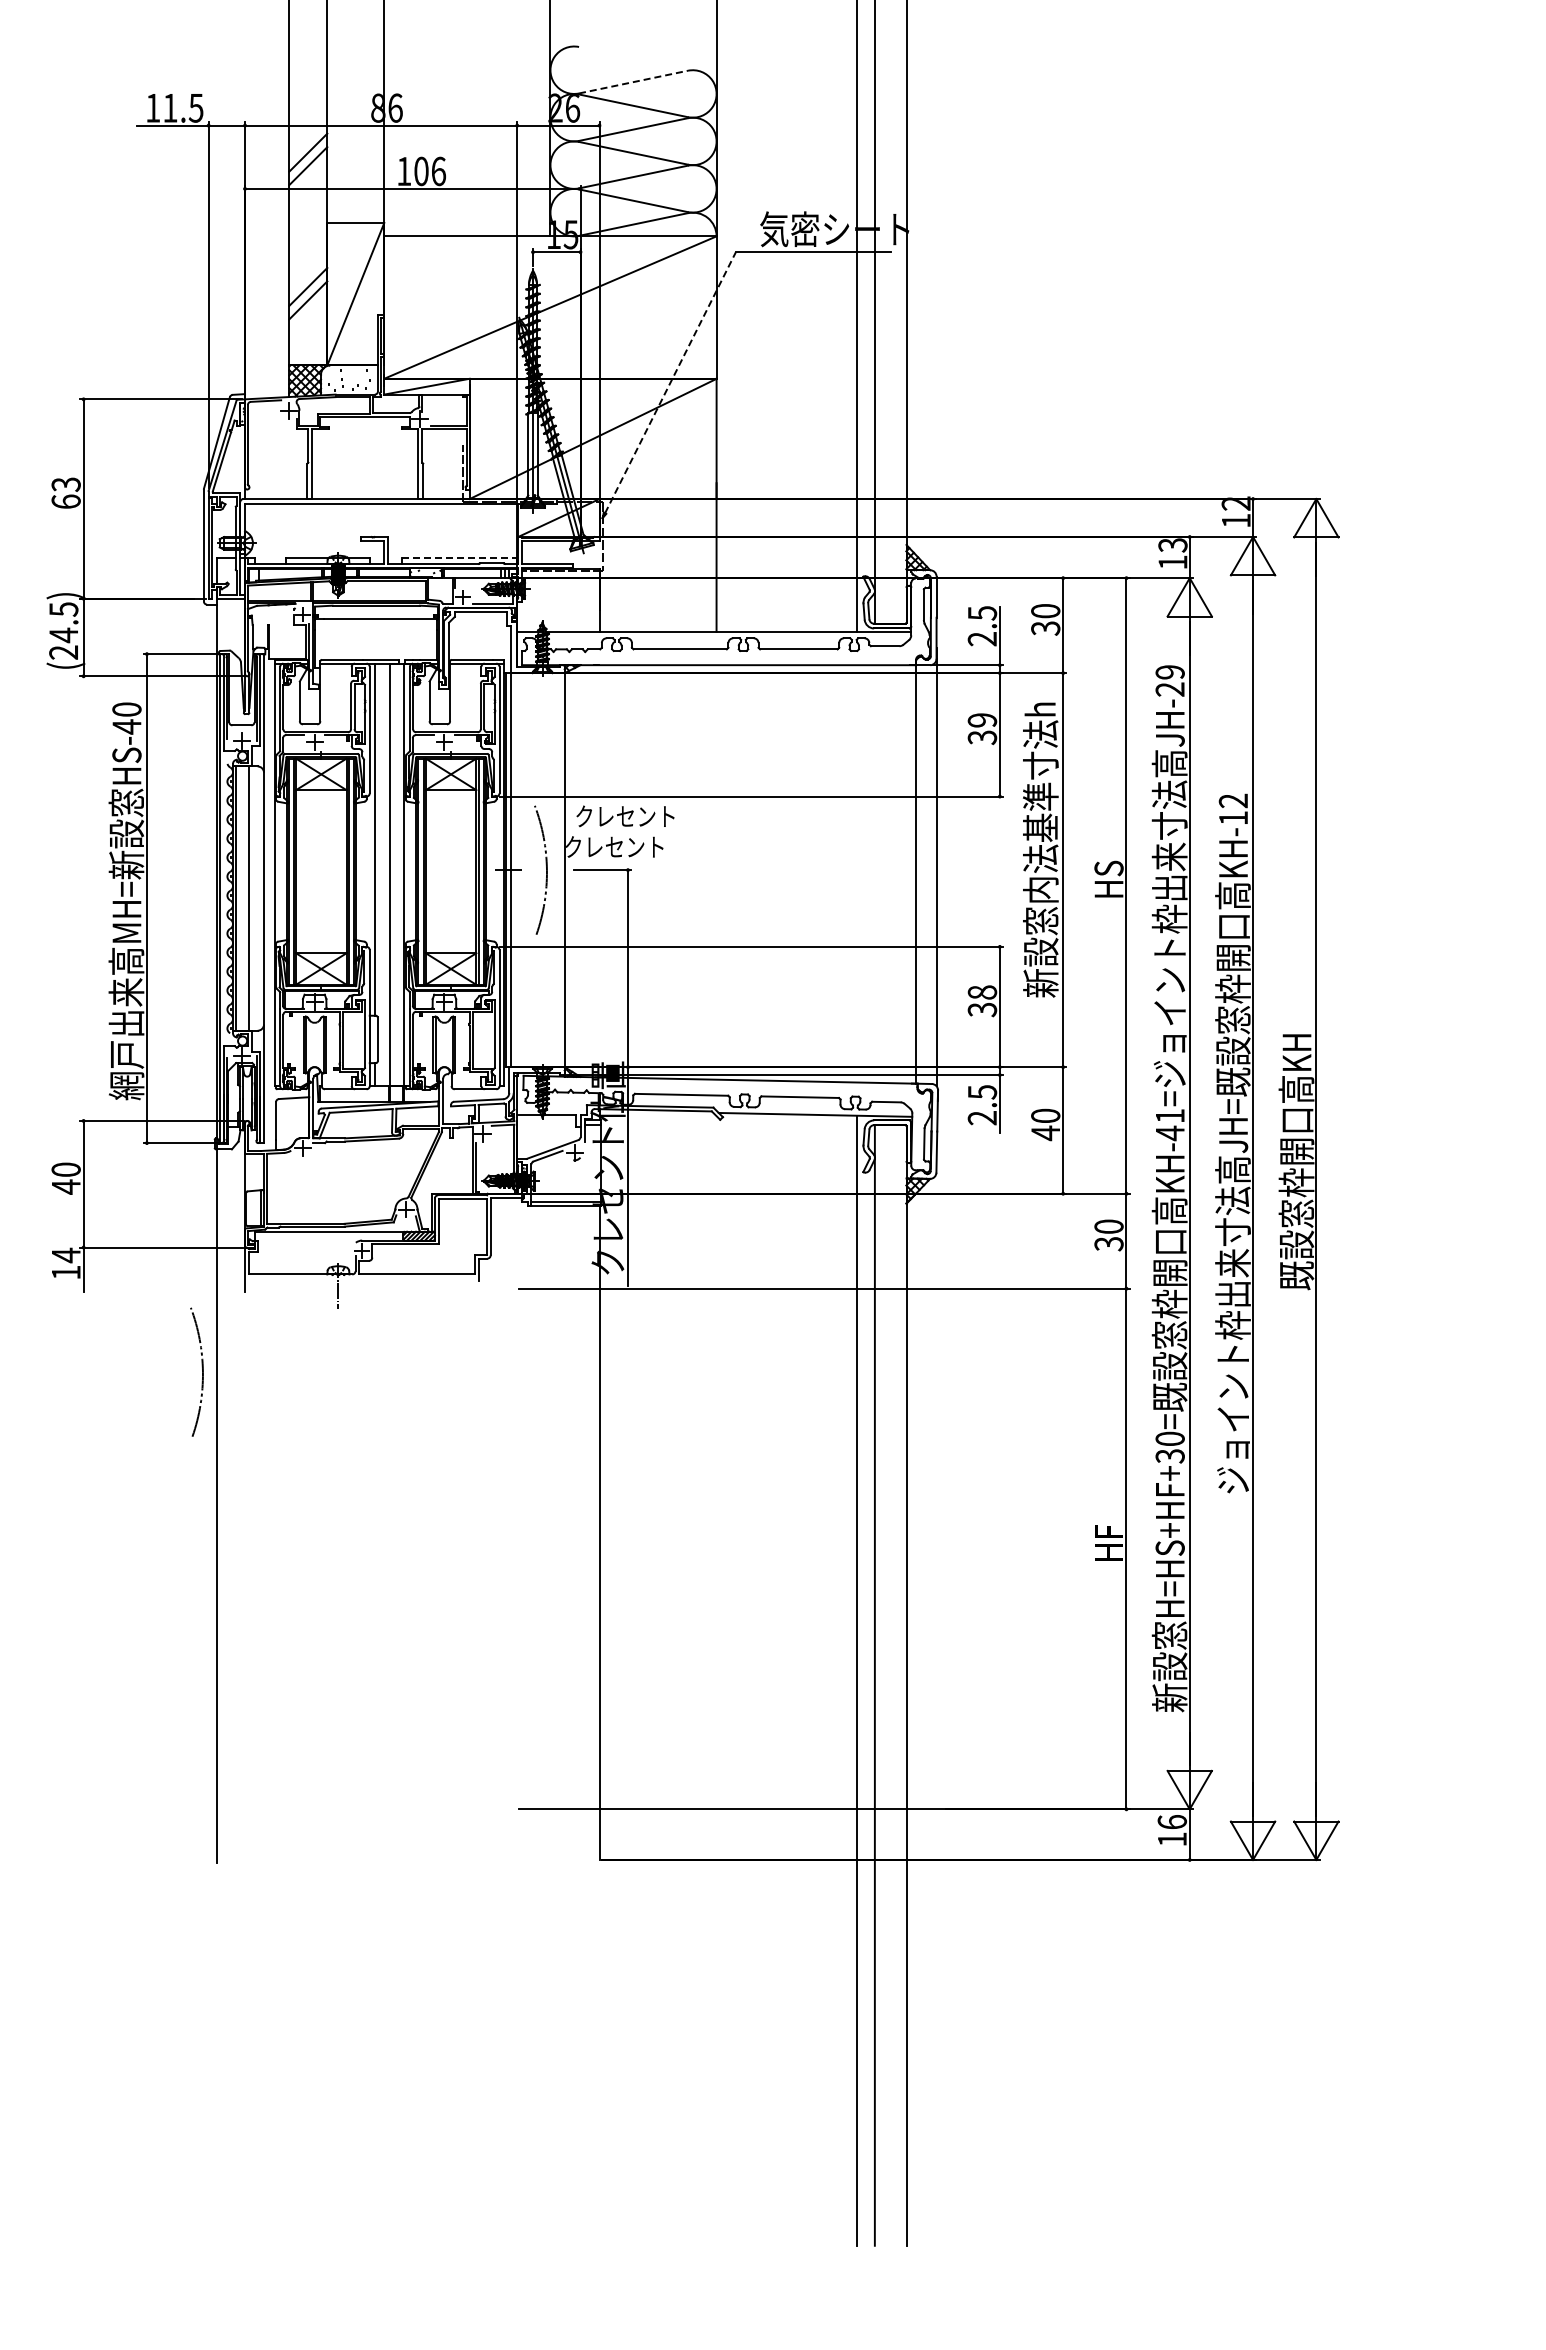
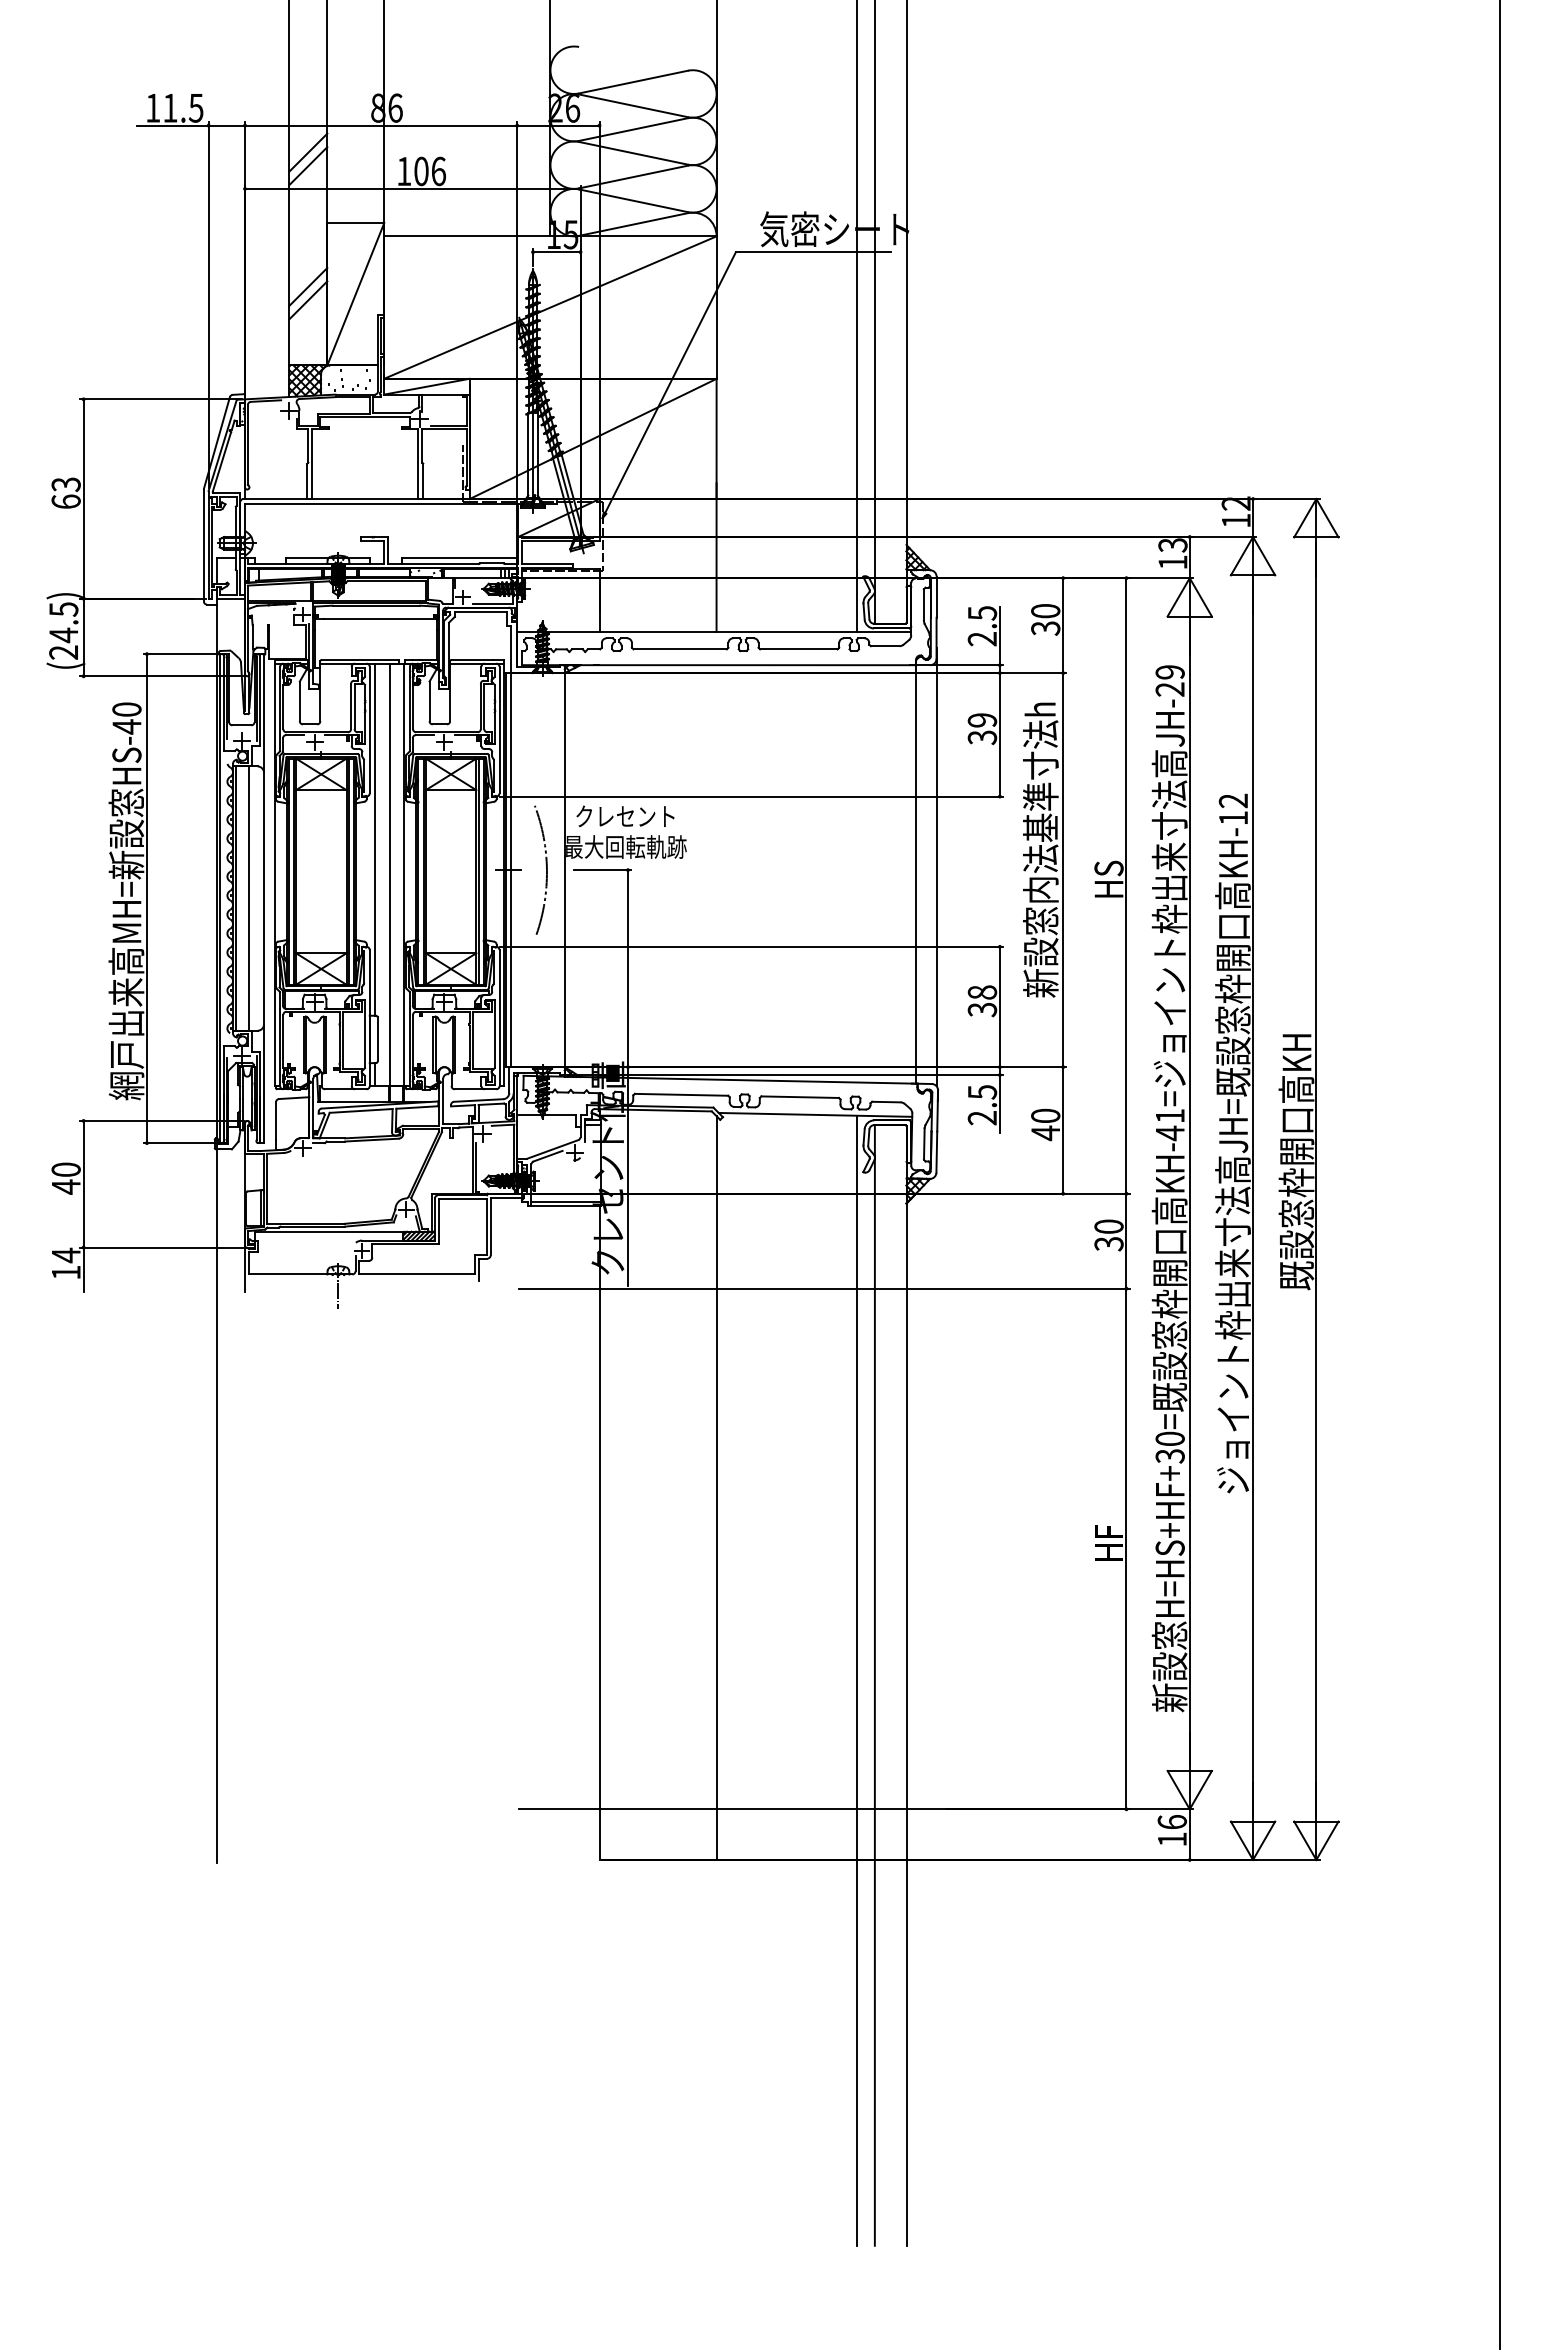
line at (633, 82): dashed -> solid
line at (670, 382): dashed -> solid
line at (459, 557): dashed -> solid
text at (626, 846): クレセント -> 最大回転軌跡
line at (1499, 1174): none -> present
arc at (202, 1371): present -> none
line at (716, 1487): none -> present
